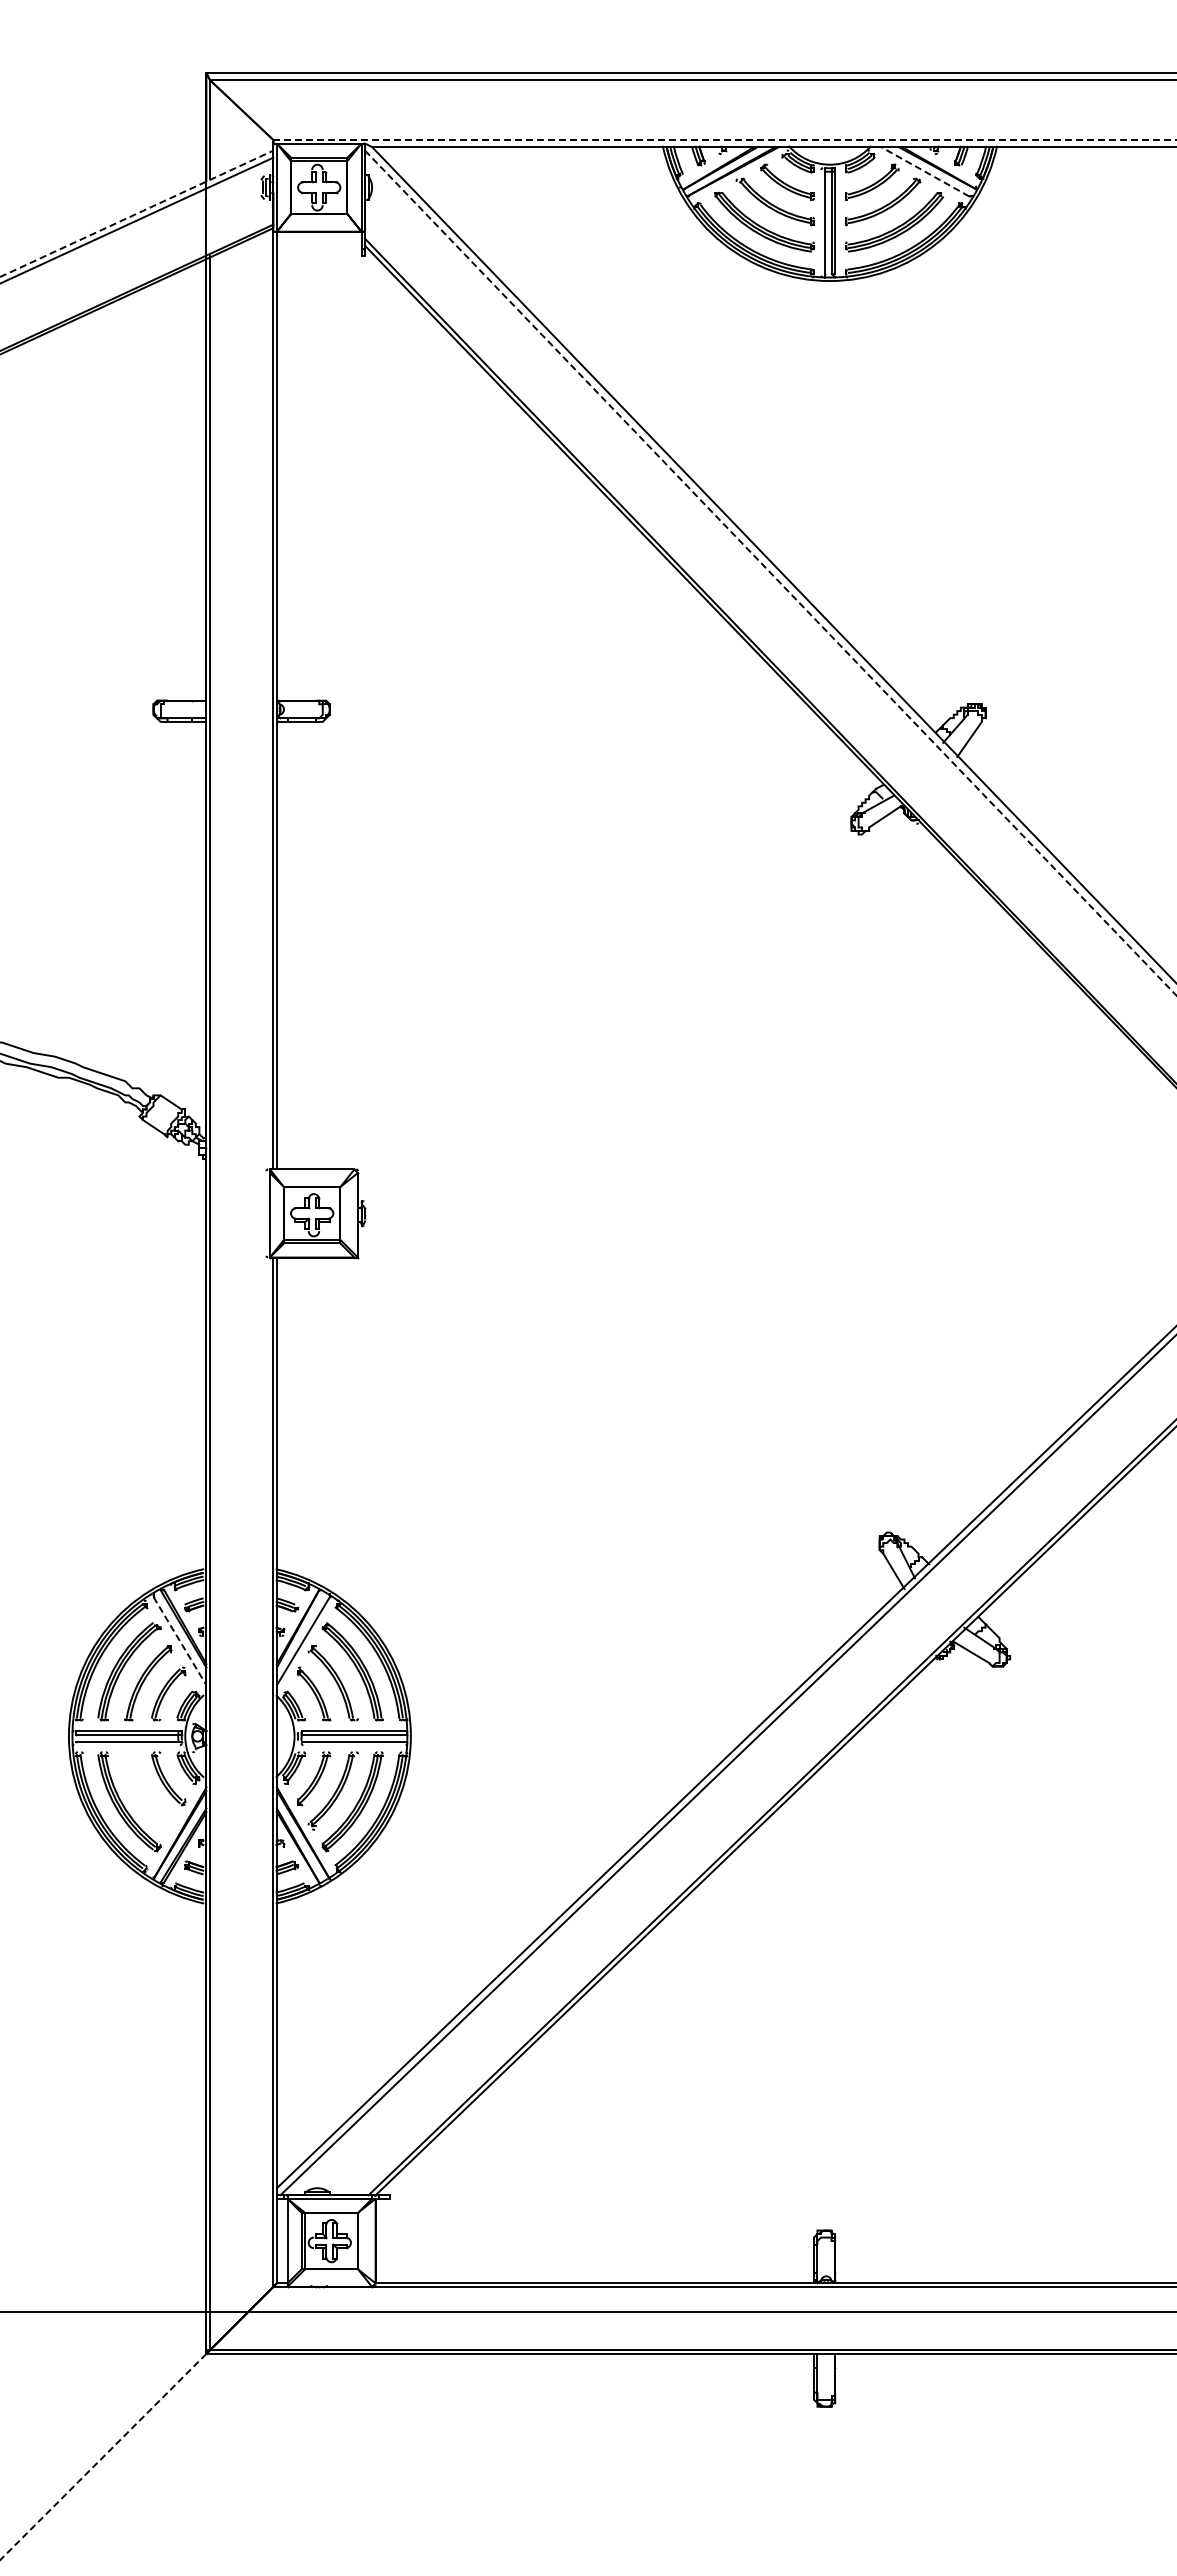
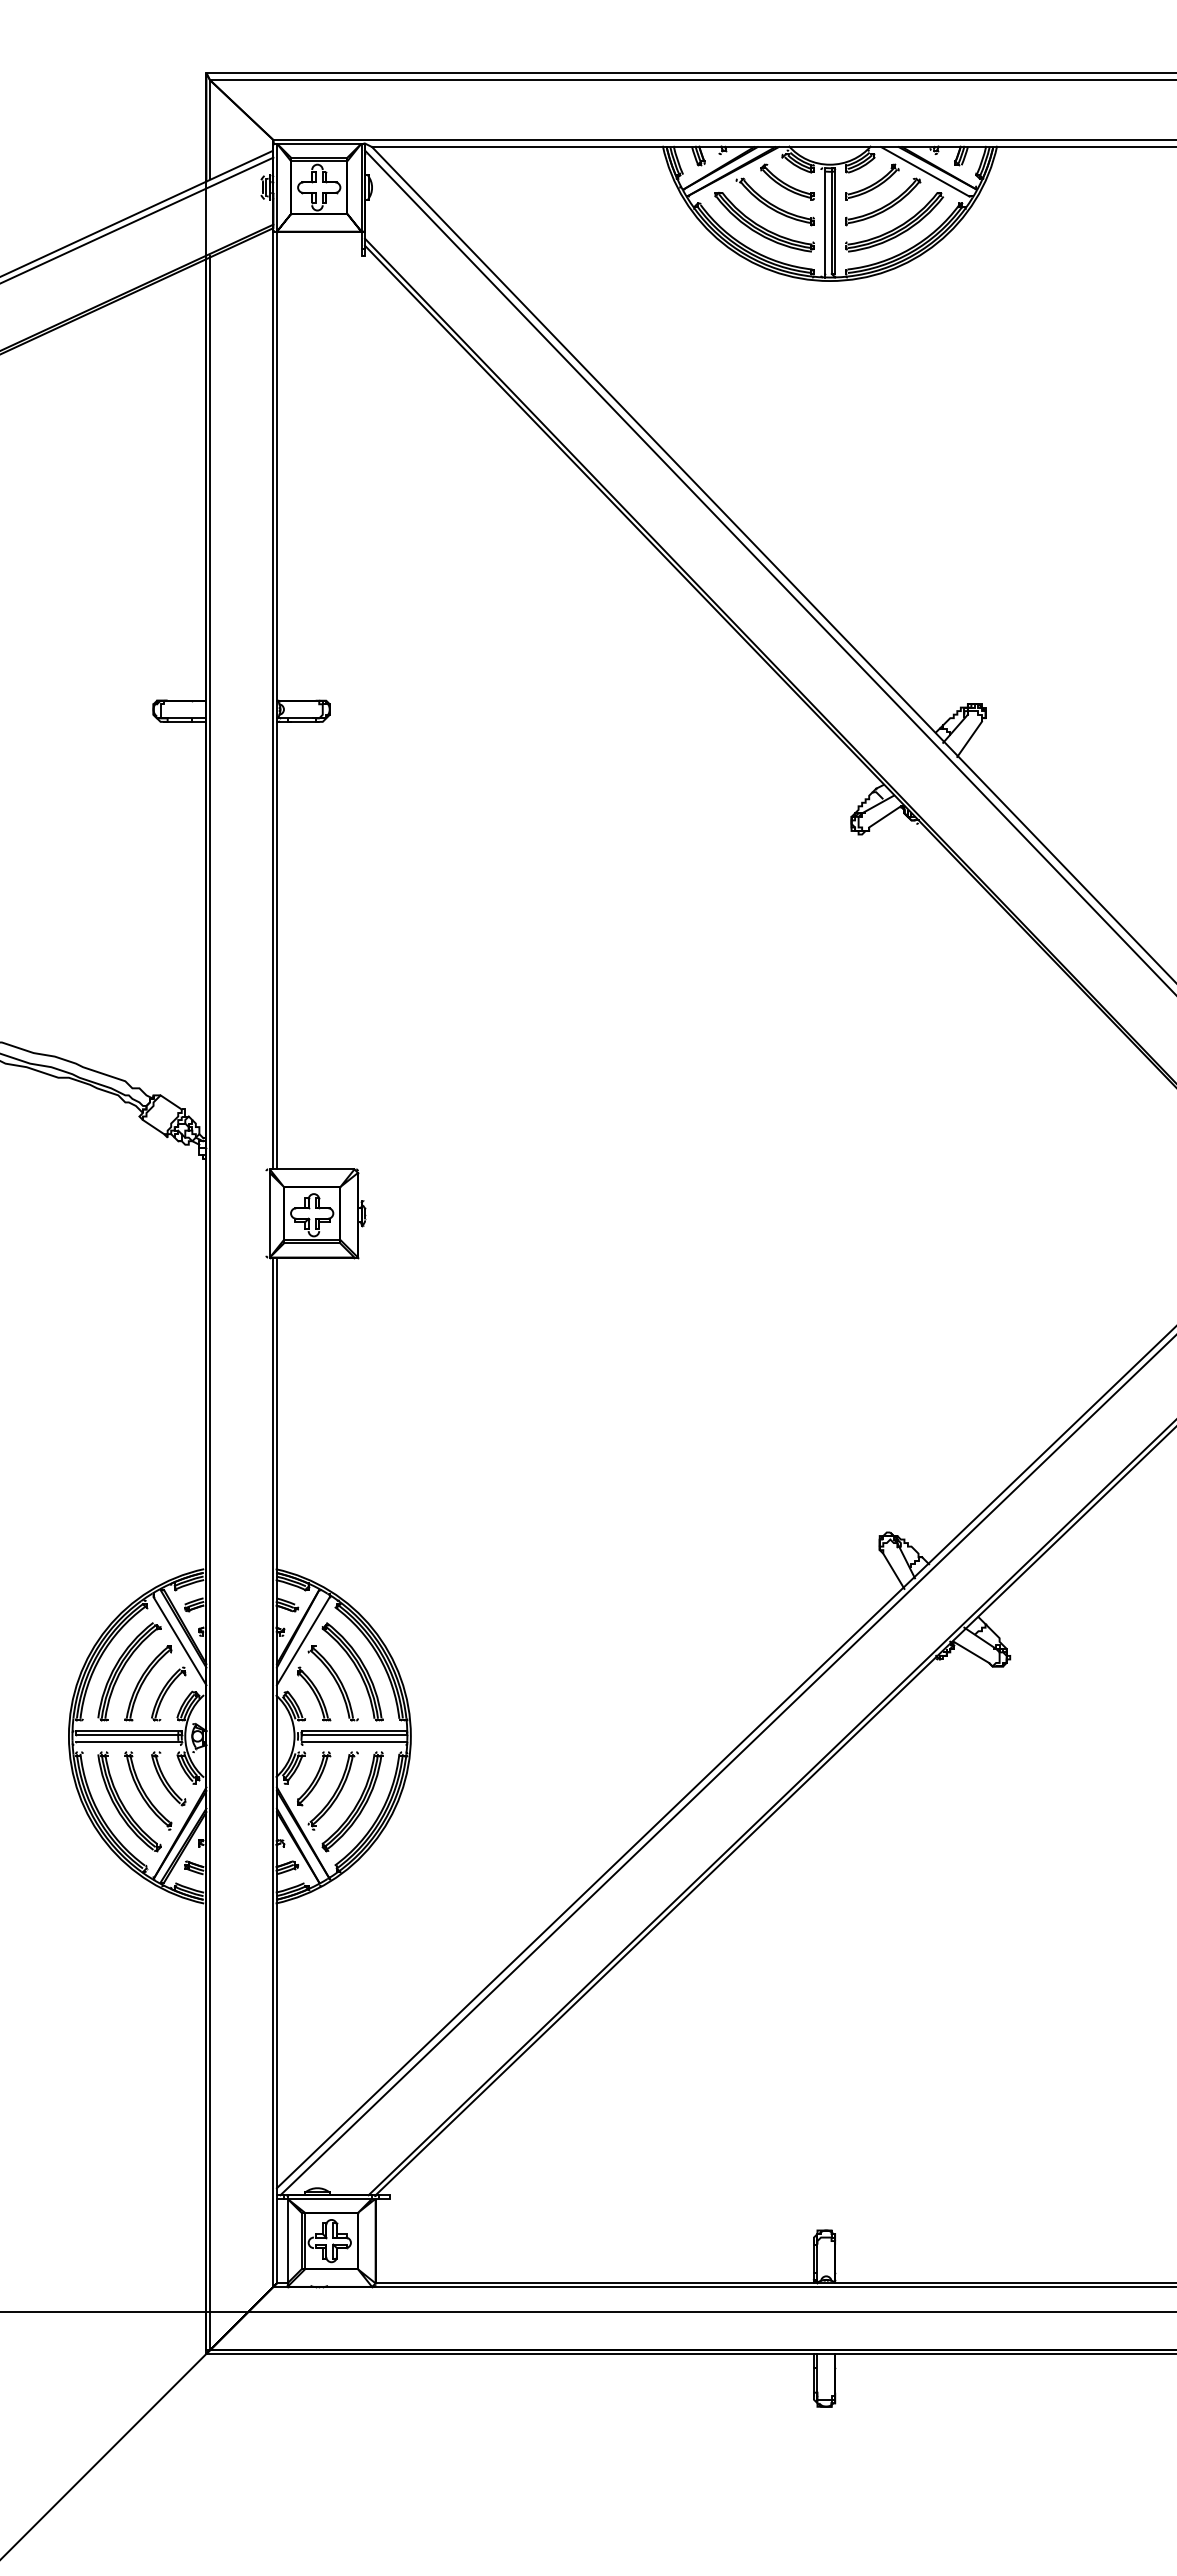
line at (725, 140): dashed -> solid
line at (925, 171): dashed -> solid
line at (137, 213): dashed -> solid
line at (770, 573): dashed -> solid
line at (180, 1641): dashed -> solid
part at (148, 1790): none -> present
line at (103, 2457): dashed -> solid
